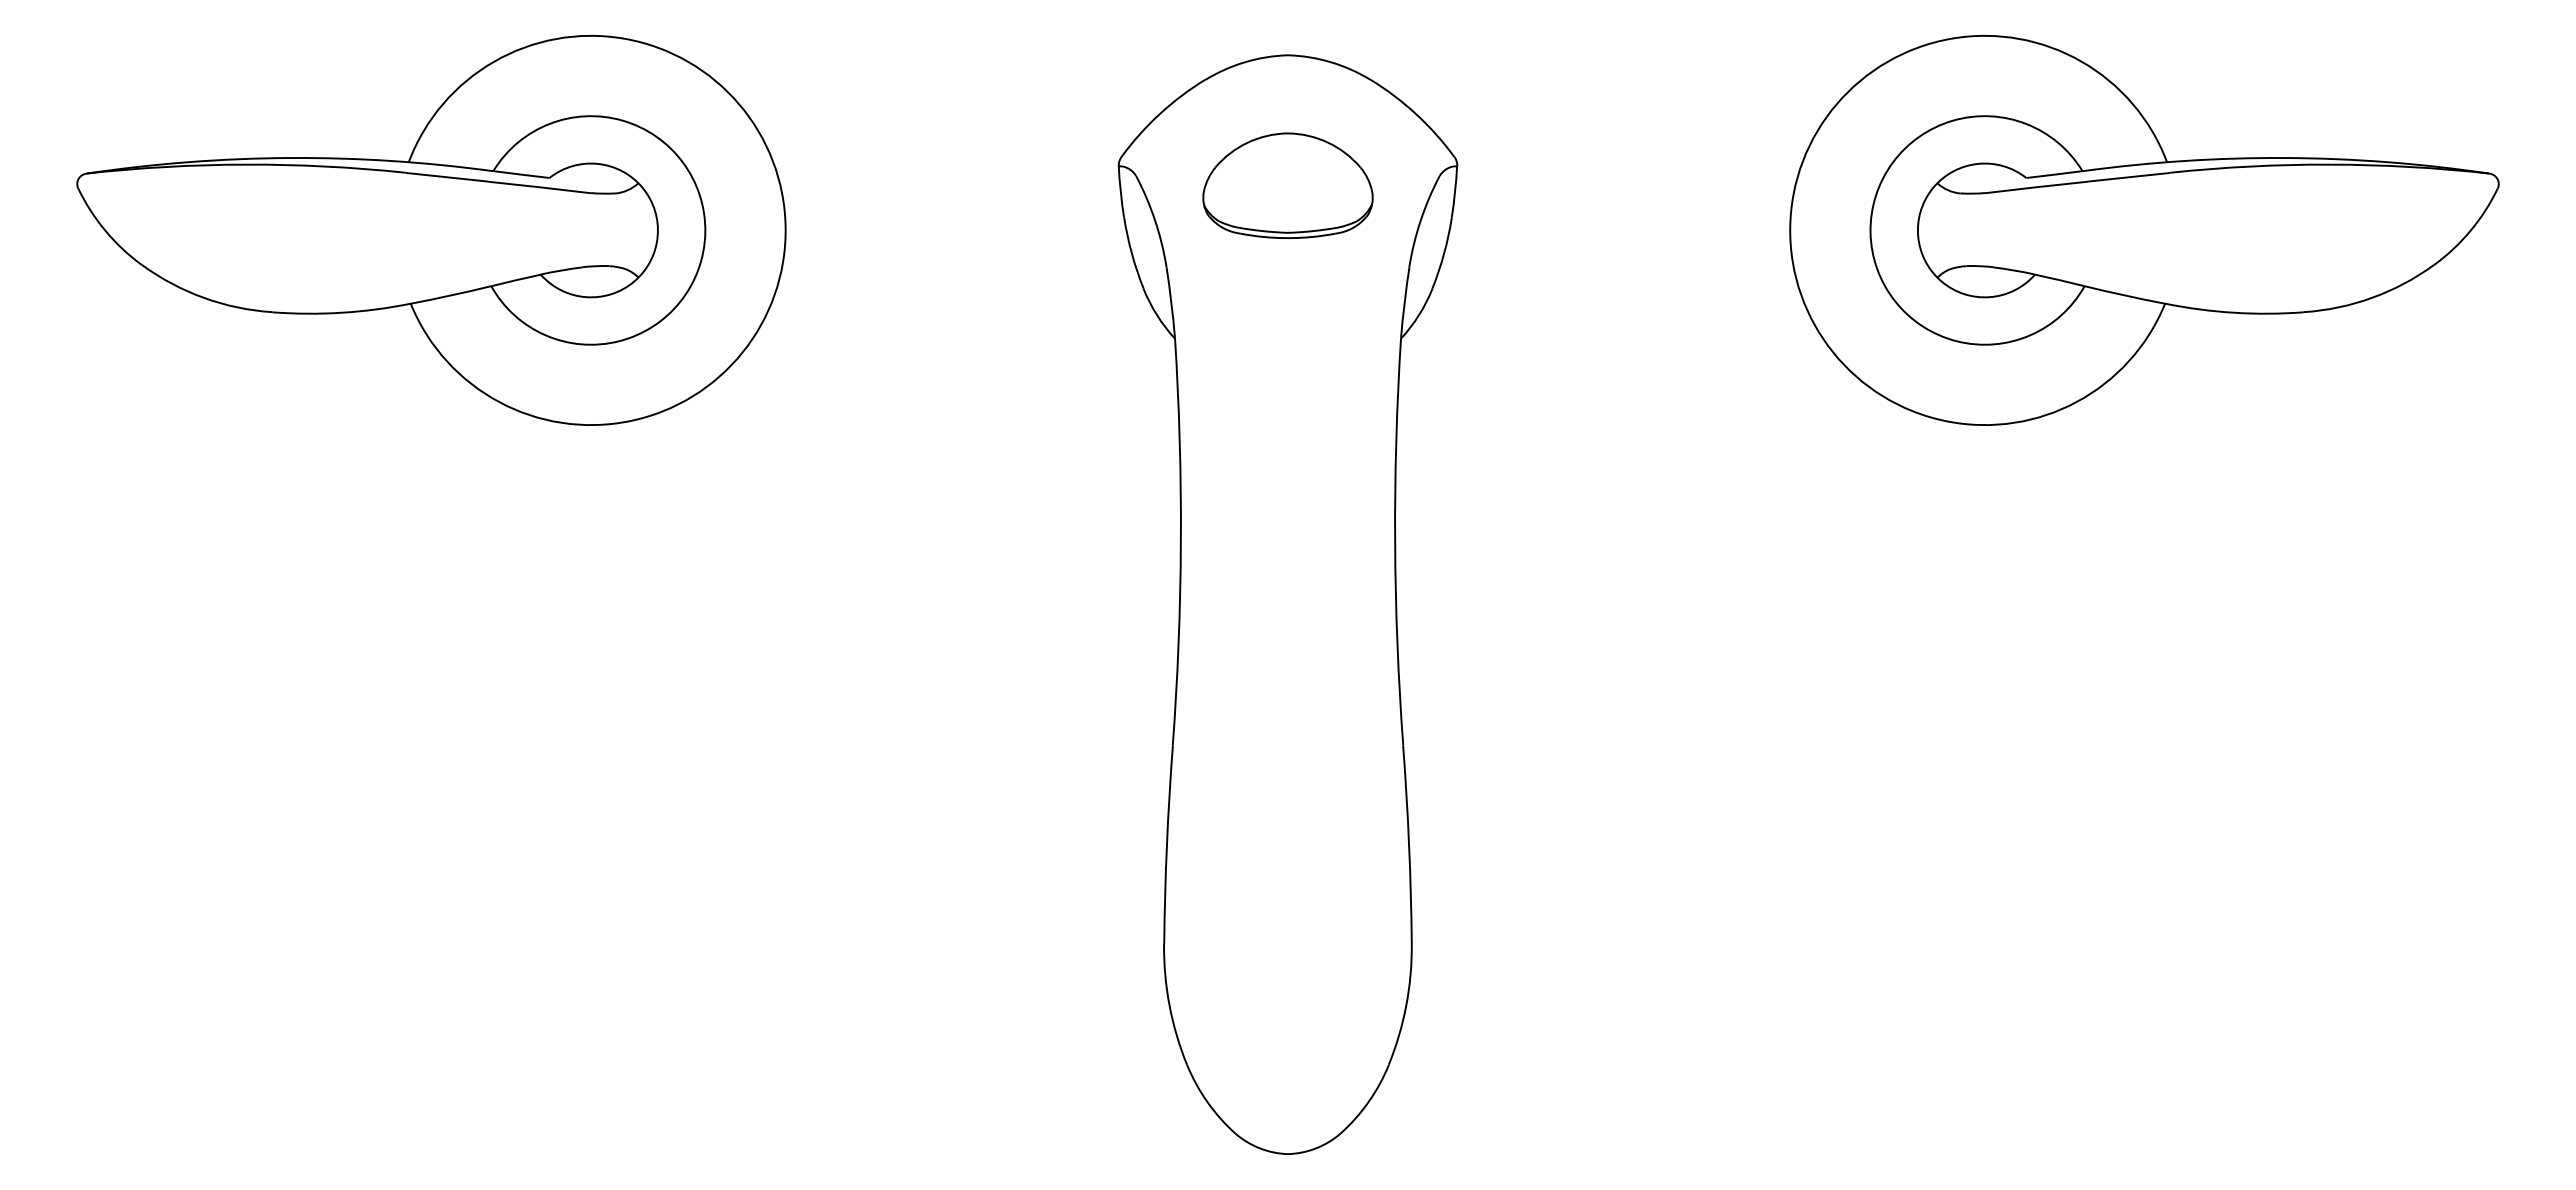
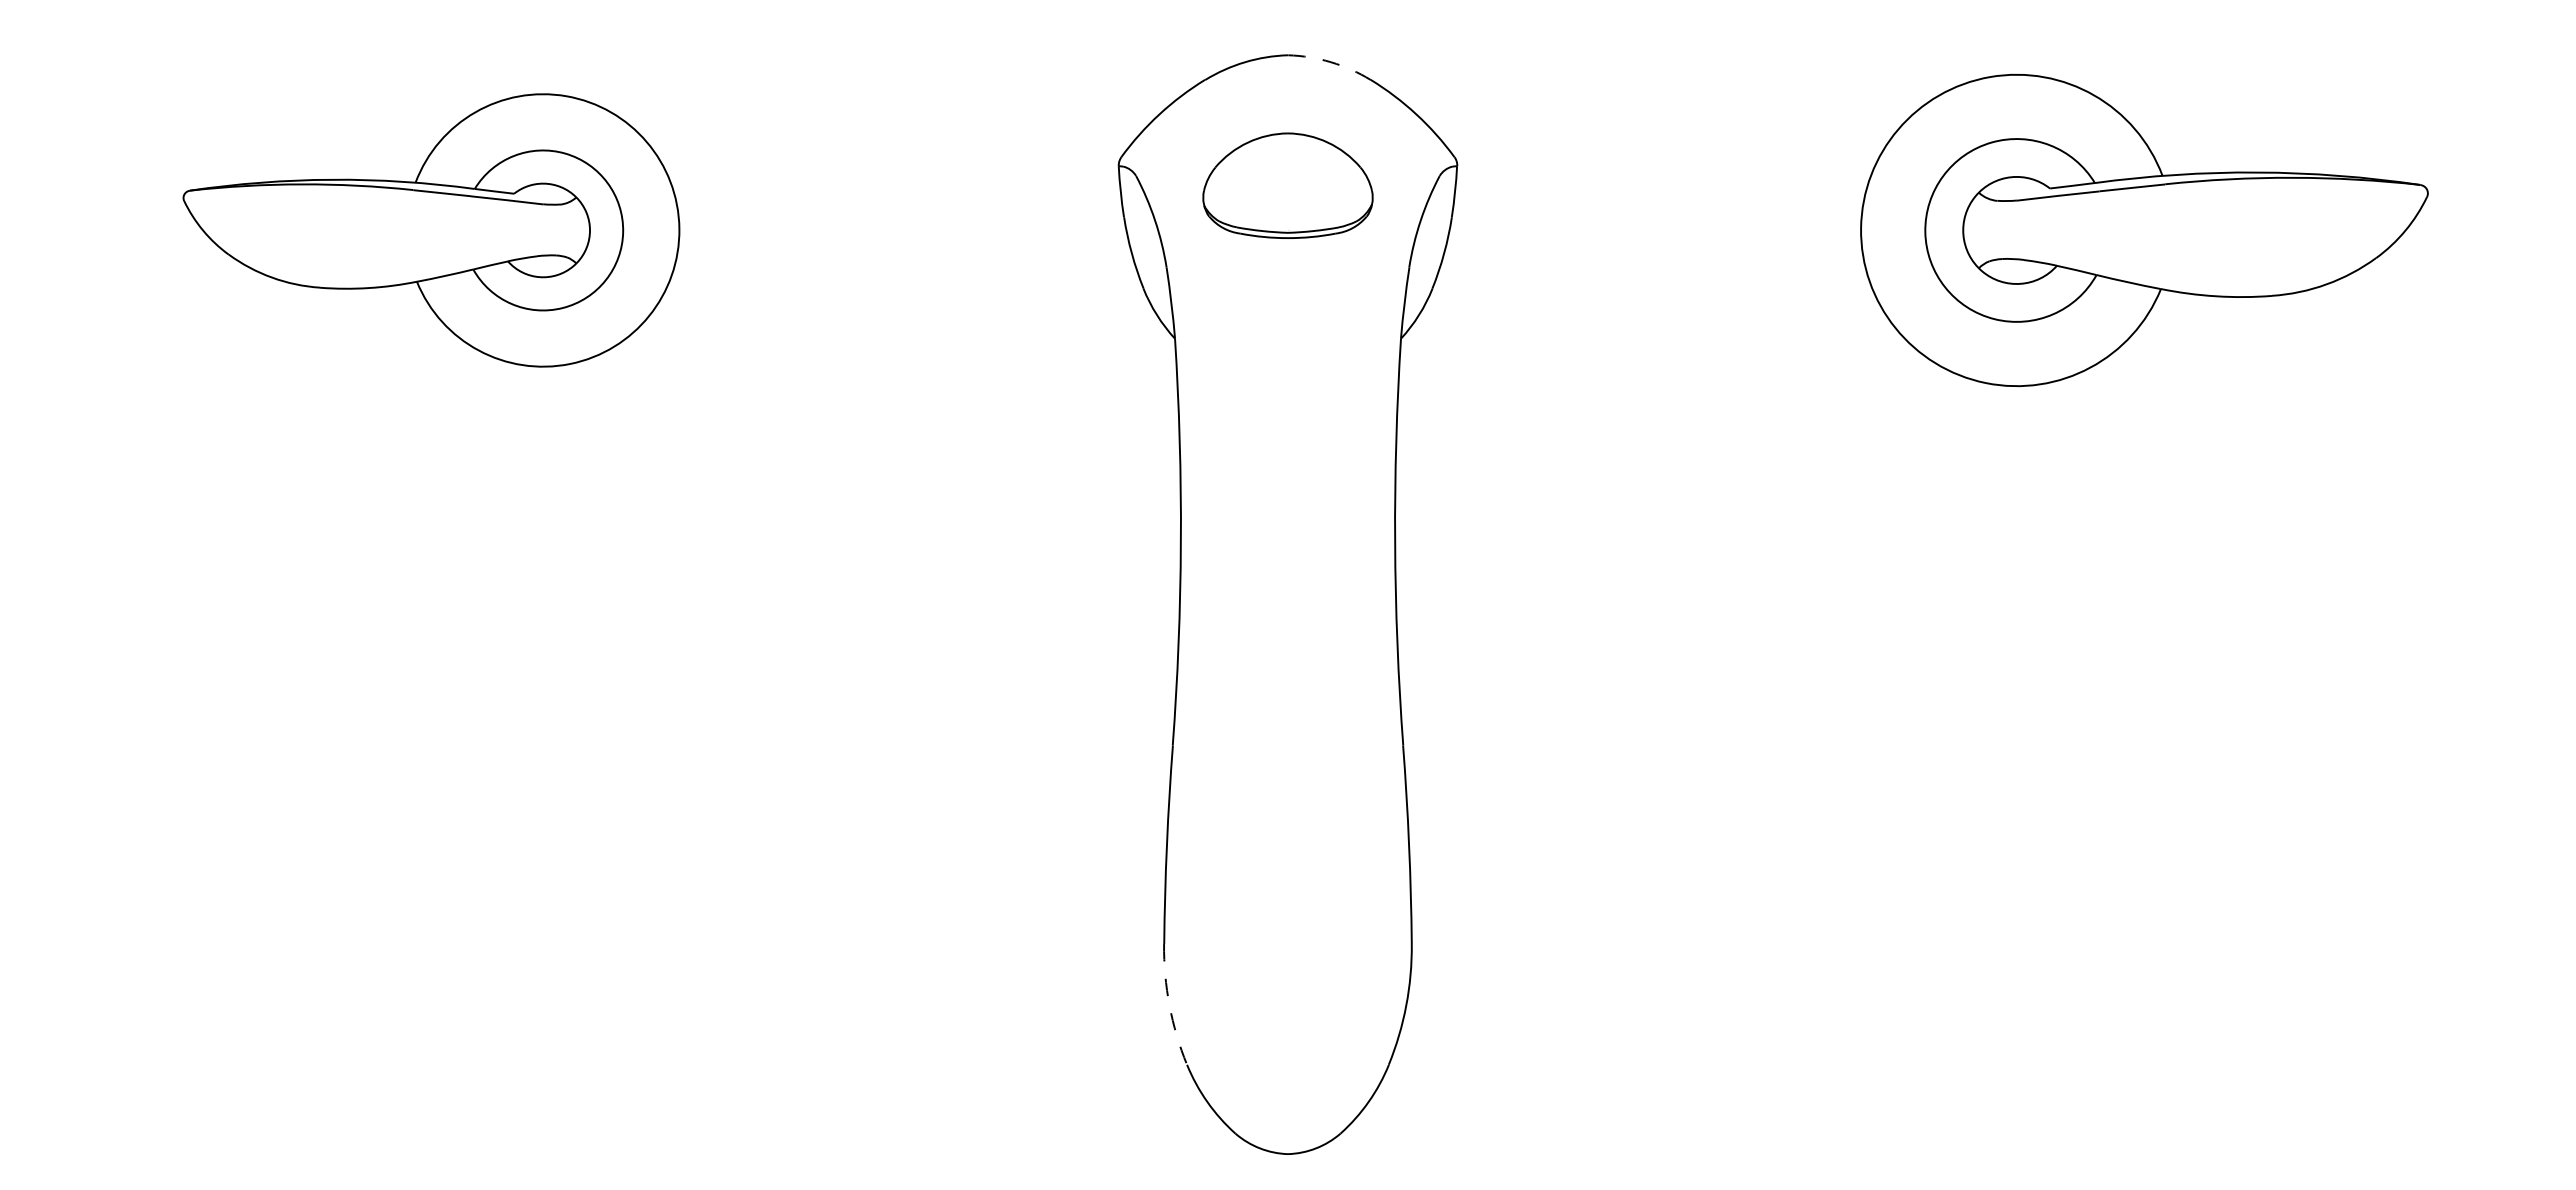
arc at (1331, 62): solid -> dashed
part at (431, 230) size: 711x391 px -> 499x275 px
part at (2144, 230) size: 711x391 px -> 569x315 px
arc at (1169, 1005): solid -> dashed
